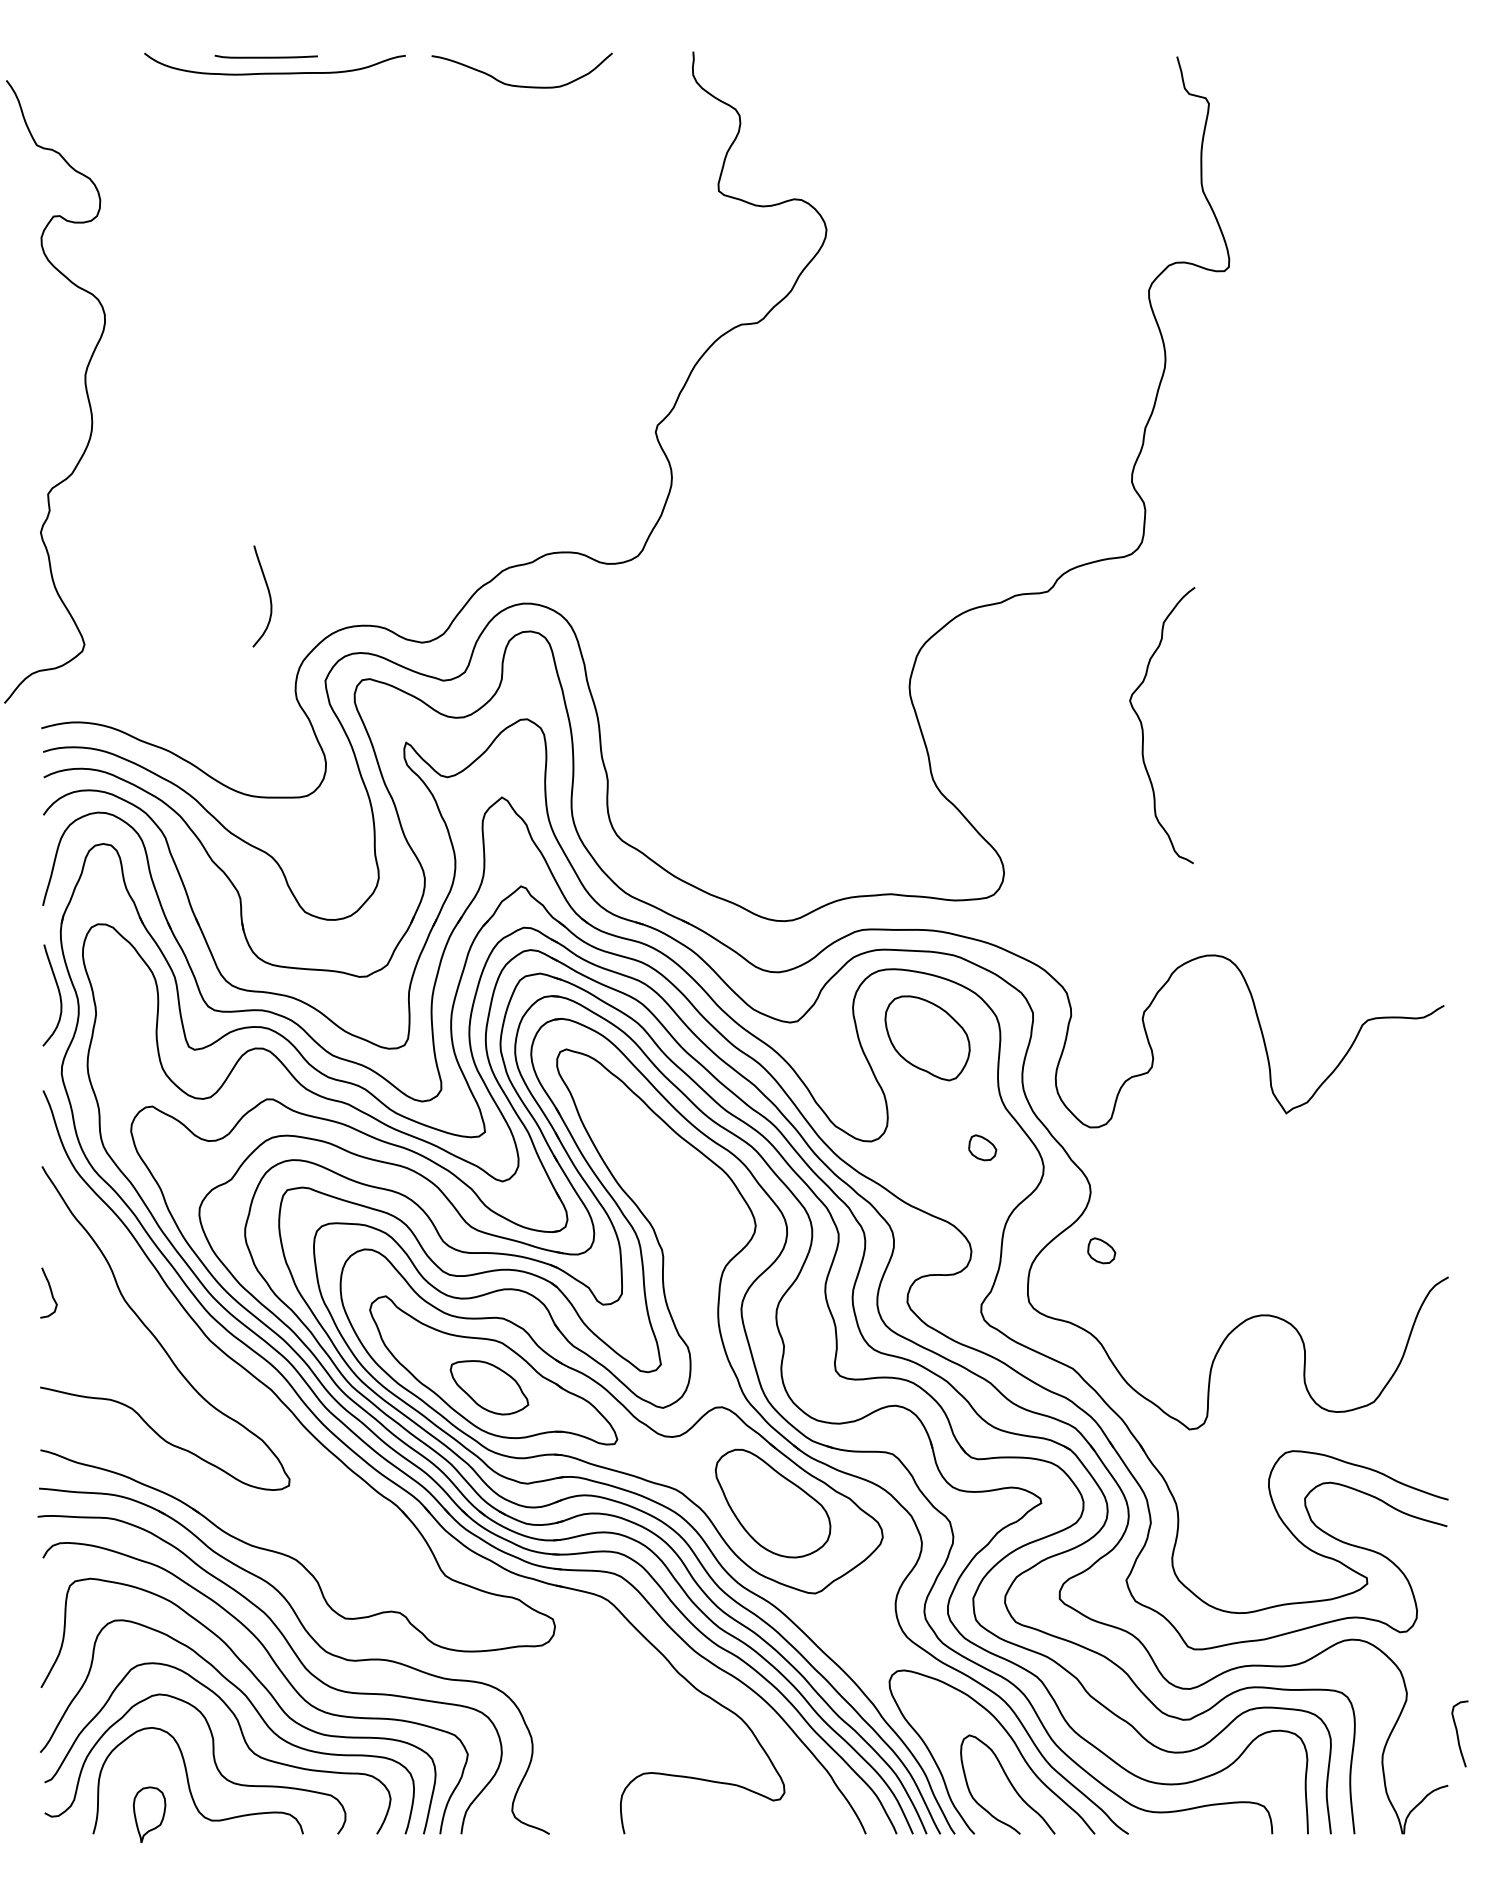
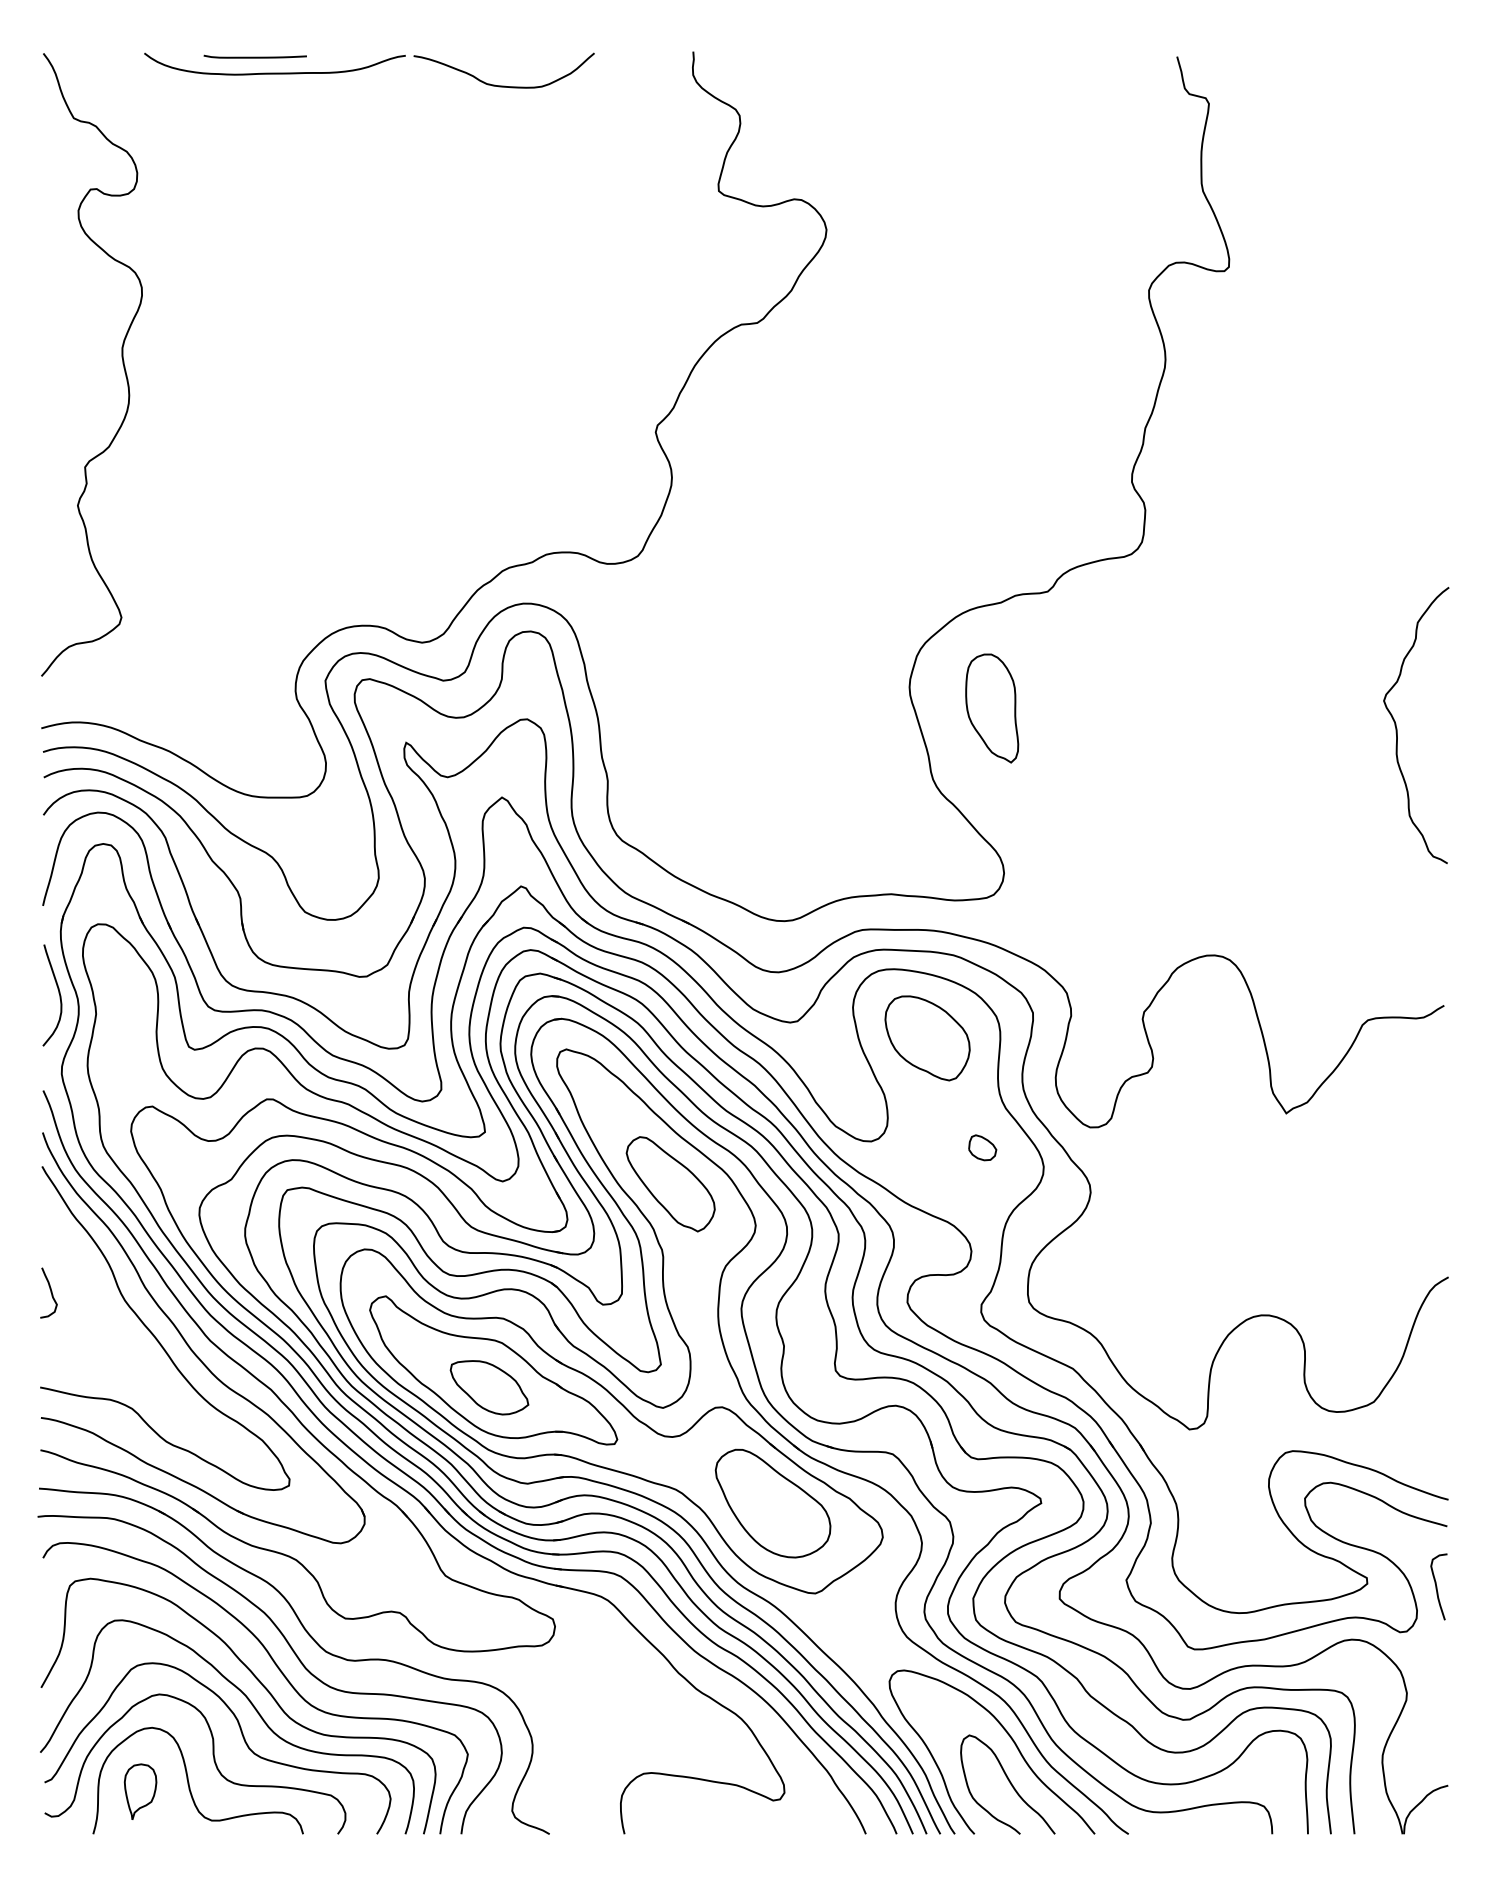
curve at (265, 56) position: (265, 56) -> (254, 56)
curve at (521, 85) position: (521, 85) -> (503, 85)
curve at (84, 384) position: (84, 384) -> (121, 357)
curve at (268, 594): present -> none
part at (992, 708): none -> present
curve at (1143, 728) position: (1143, 728) -> (1397, 728)
part at (670, 1184): none -> present
part at (1101, 1250): present -> none
part at (190, 1346): none -> present
curve at (1458, 1733) position: (1458, 1733) -> (1437, 1586)
part at (149, 1814) position: (149, 1814) -> (140, 1791)
